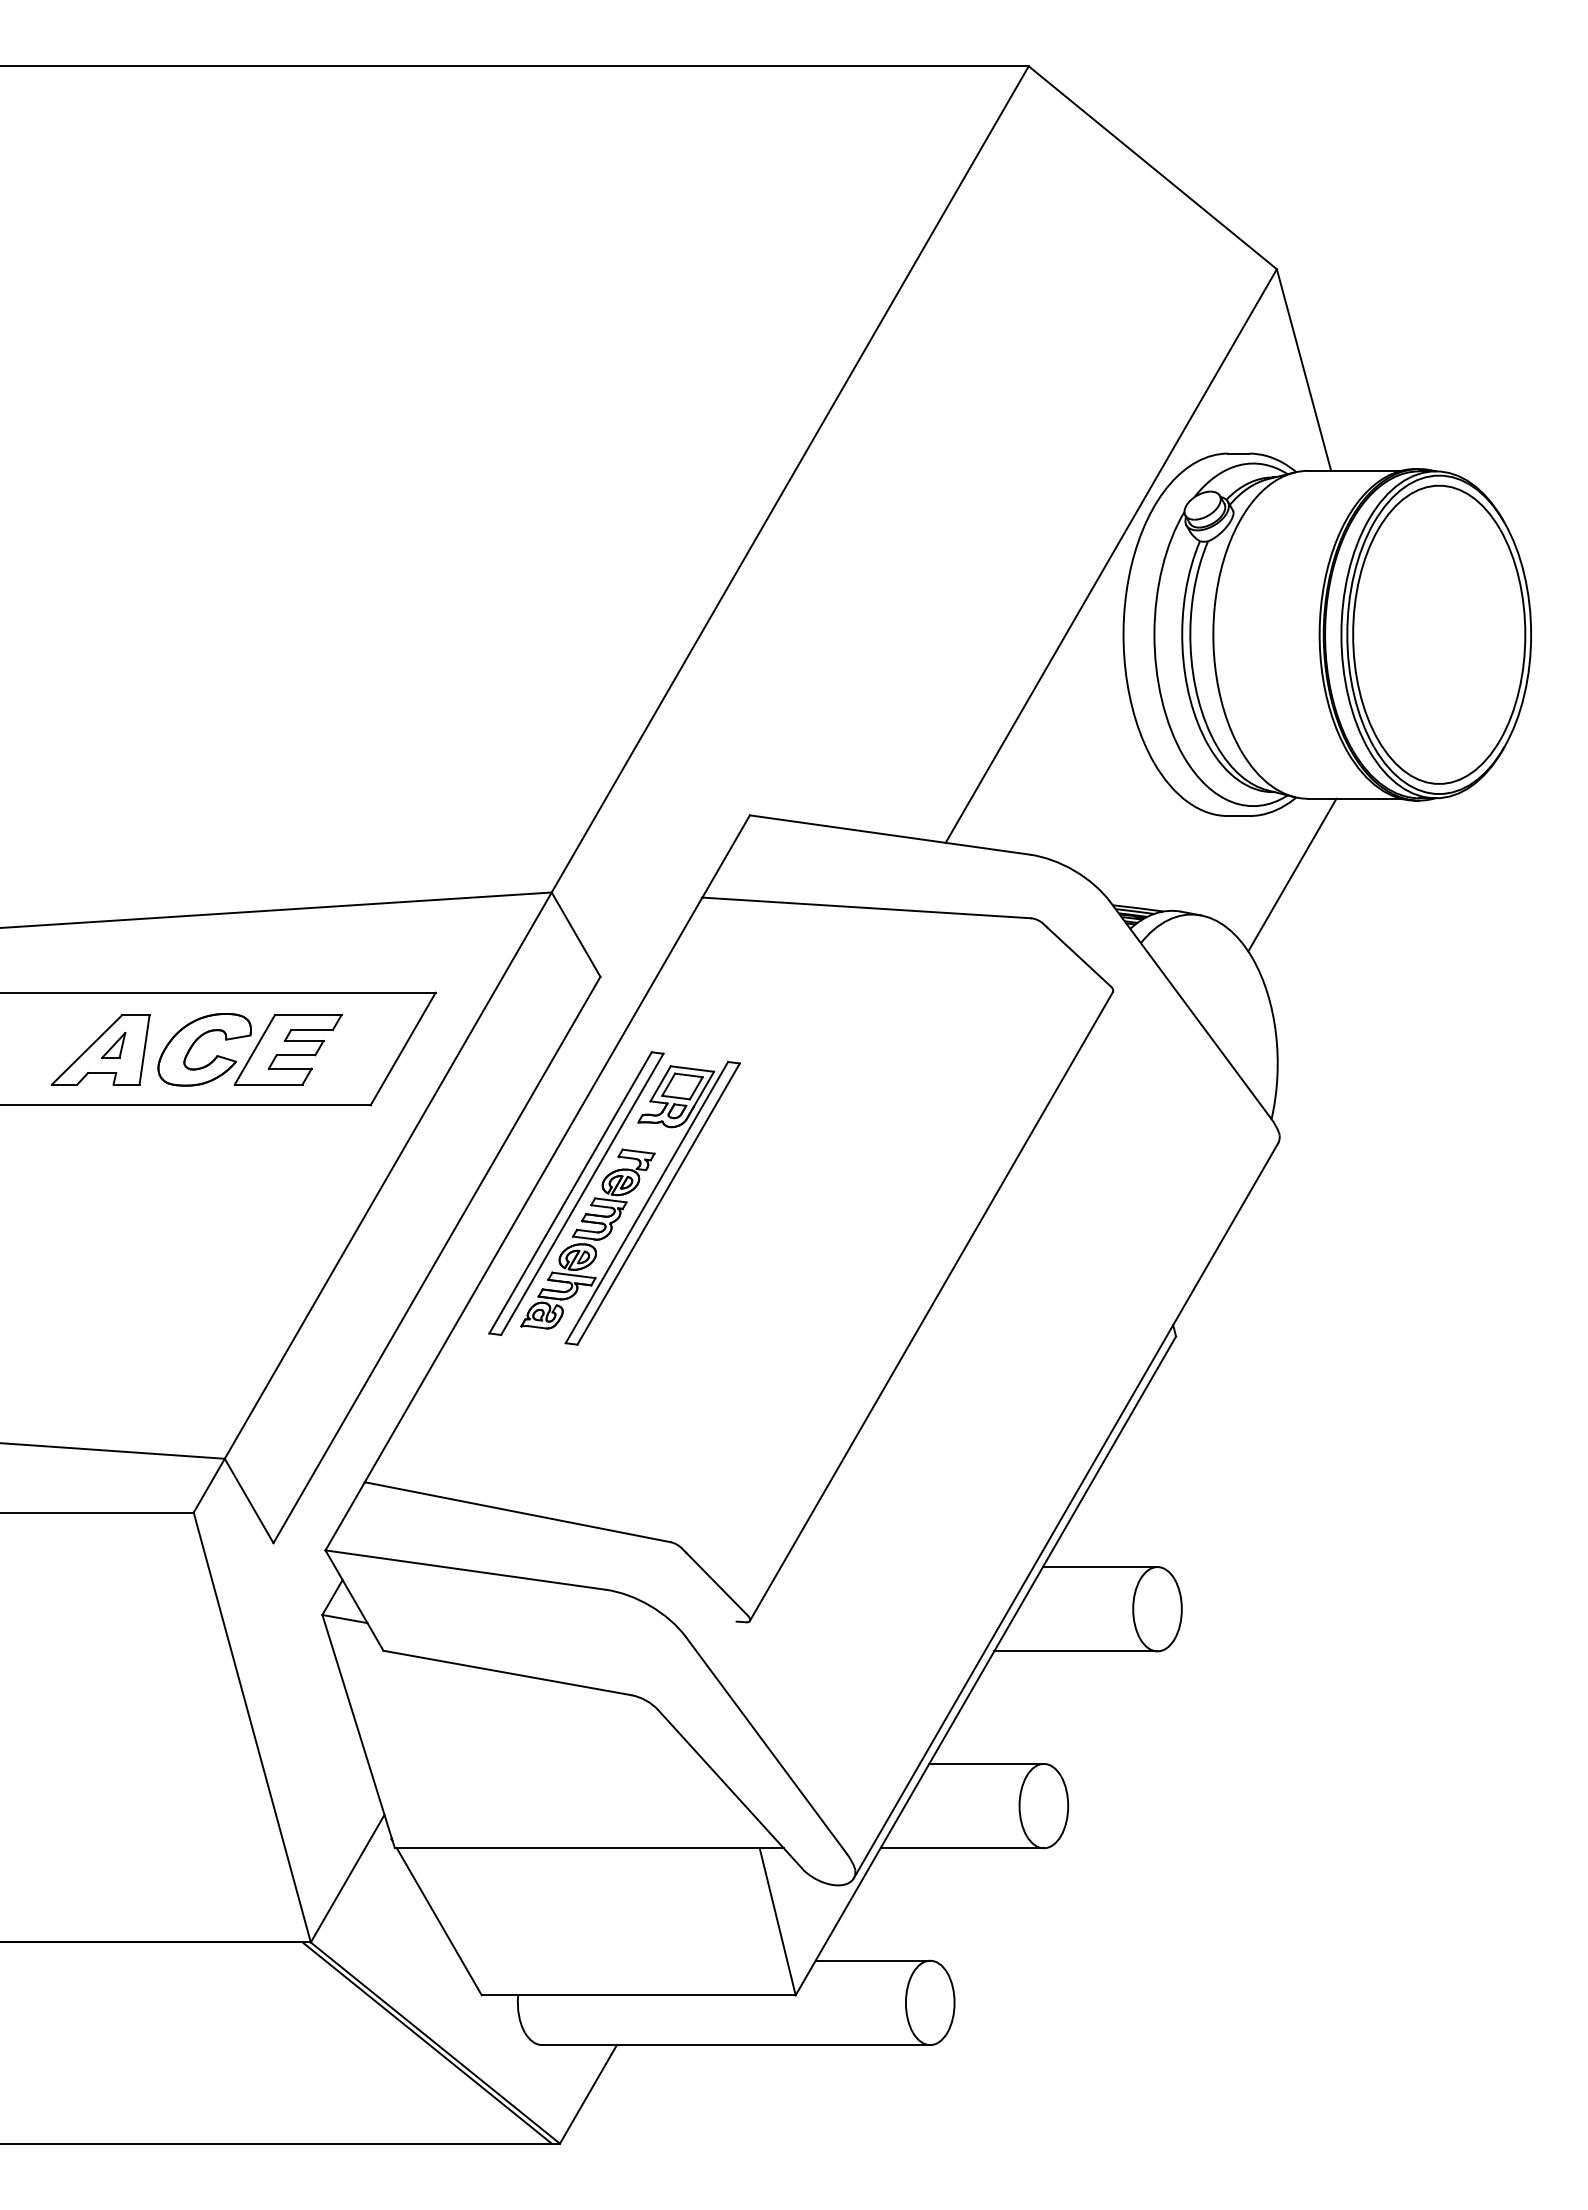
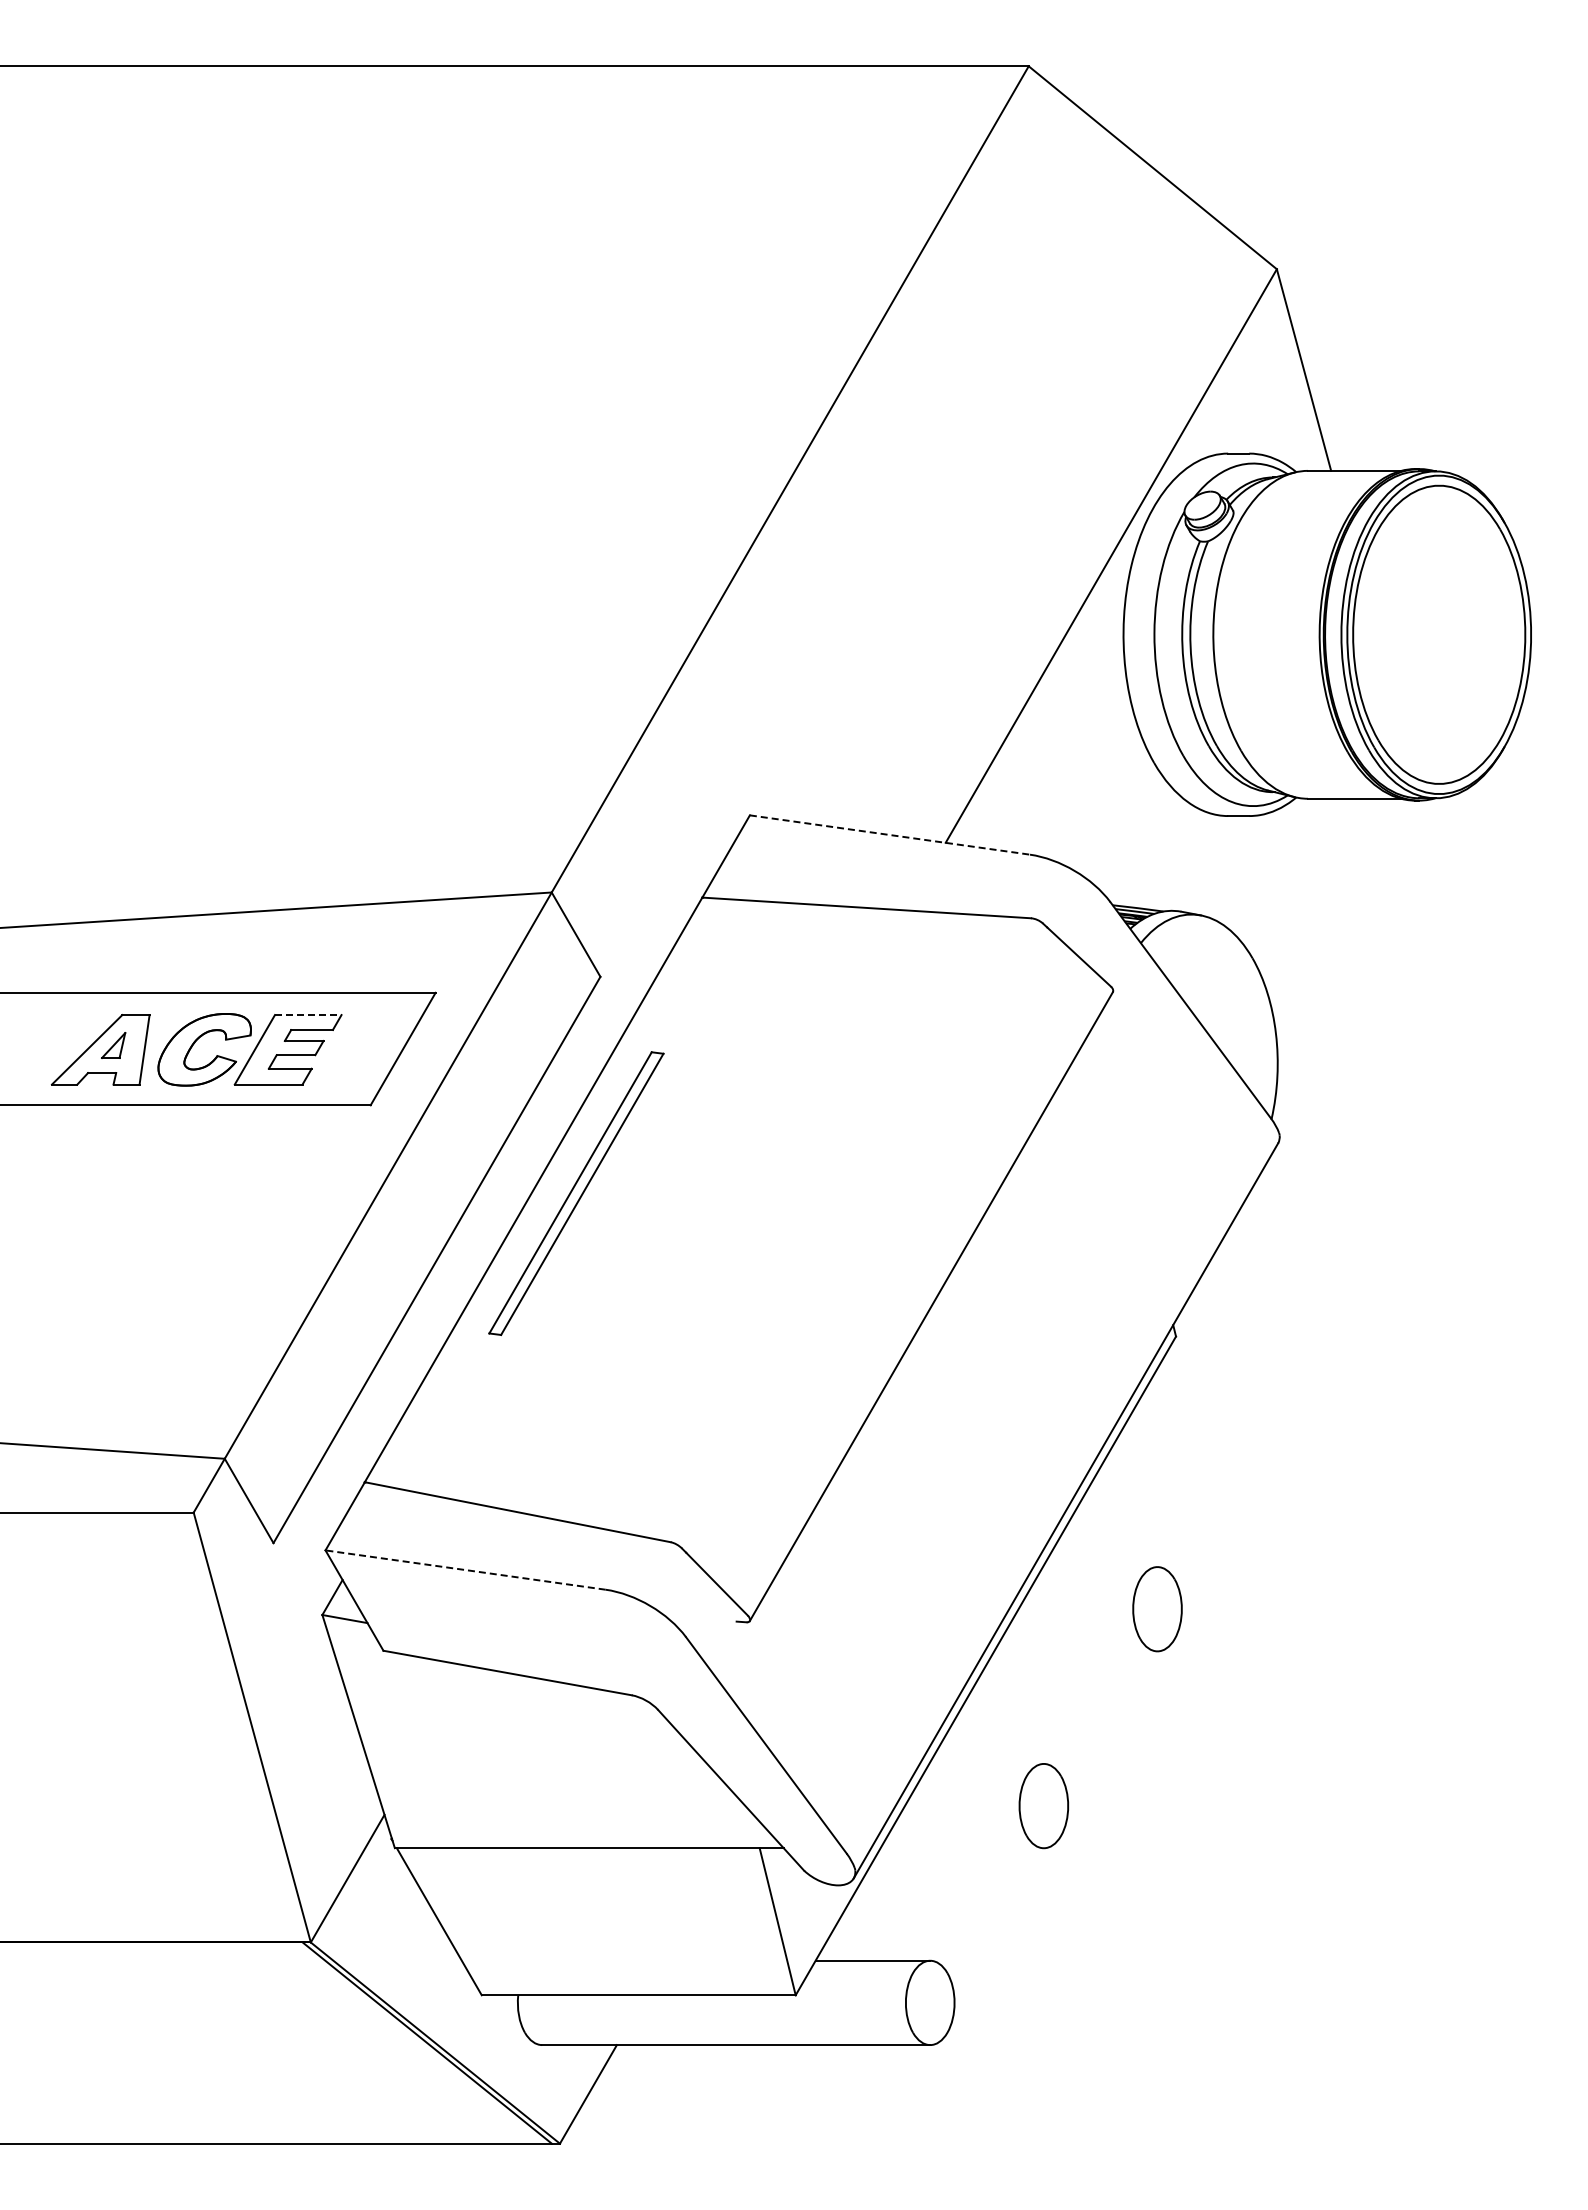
line at (890, 835): solid -> dashed
line at (1292, 874): present -> none
line at (308, 1015): solid -> dashed
part at (630, 1202): present -> none
line at (1099, 1567): present -> none
line at (465, 1570): solid -> dashed
line at (1075, 1651): present -> none
line at (986, 1763): present -> none
line at (961, 1848): present -> none
